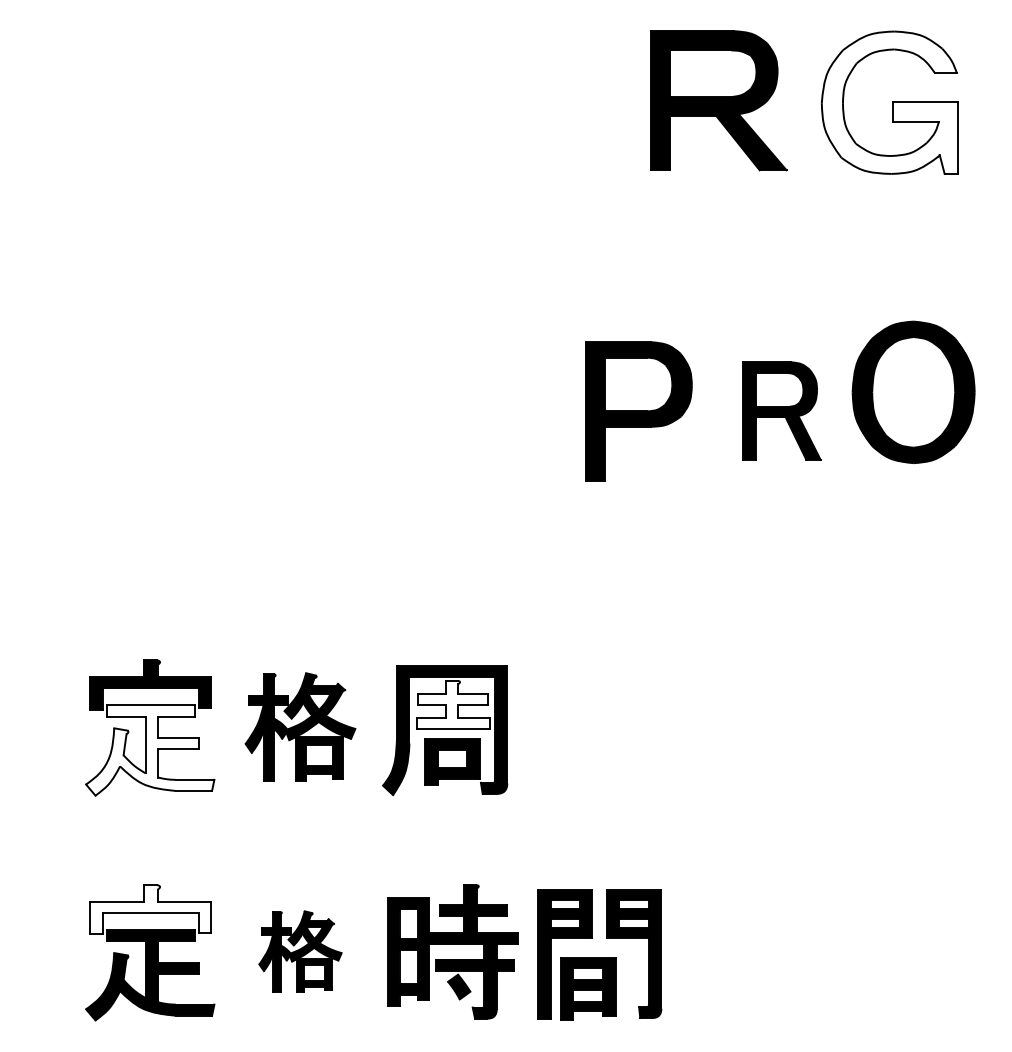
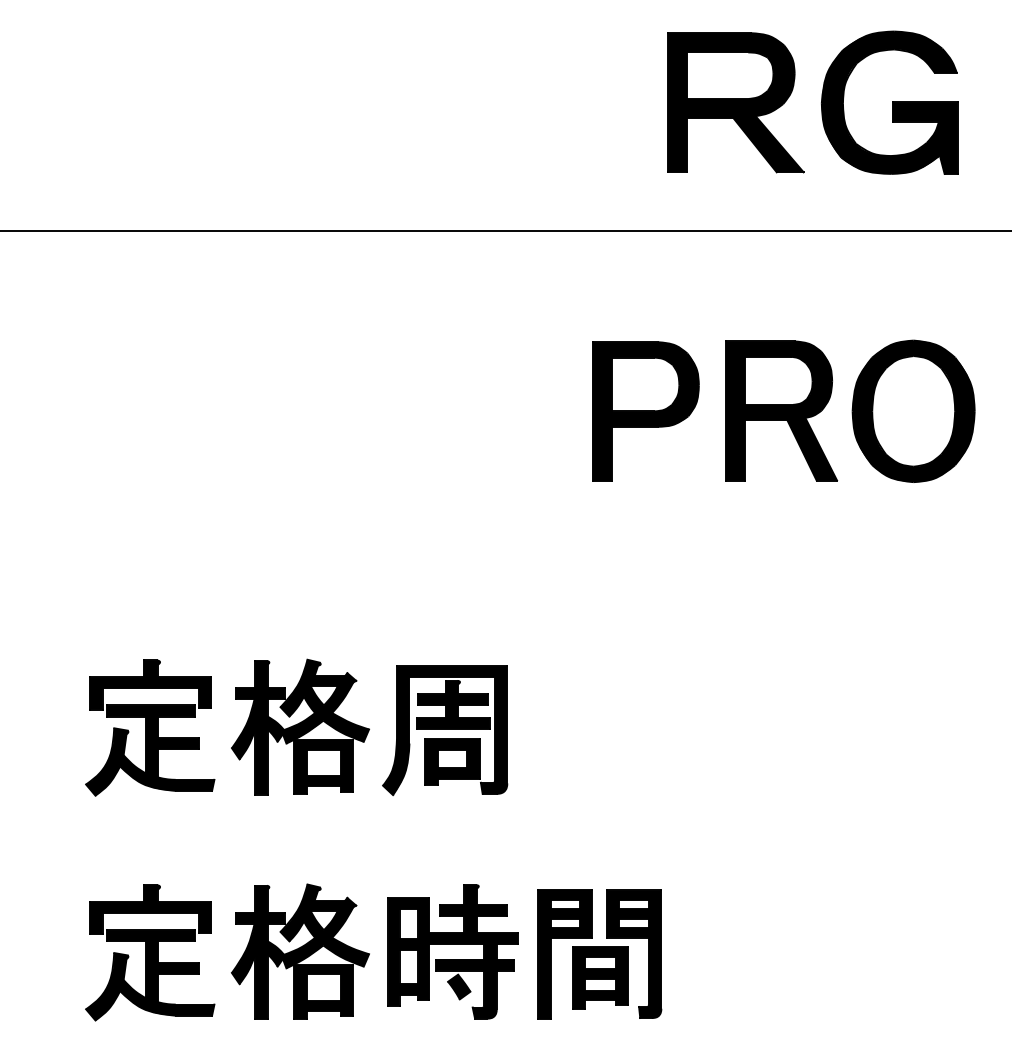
part at (718, 100) position: (718, 100) -> (735, 102)
fill at (889, 102): none -> present
line at (505, 230): none -> present
part at (913, 391) position: (913, 391) -> (913, 410)
part at (781, 410) size: 80x100 px -> 114x142 px
part at (638, 411) position: (638, 411) -> (645, 411)
fill at (452, 704): none -> present
part at (300, 726) size: 113x110 px -> 139x138 px
fill at (150, 750): none -> present
fill at (150, 909): none -> present
part at (300, 951) size: 85x83 px -> 139x137 px
part at (588, 988) position: (588, 988) -> (600, 977)
